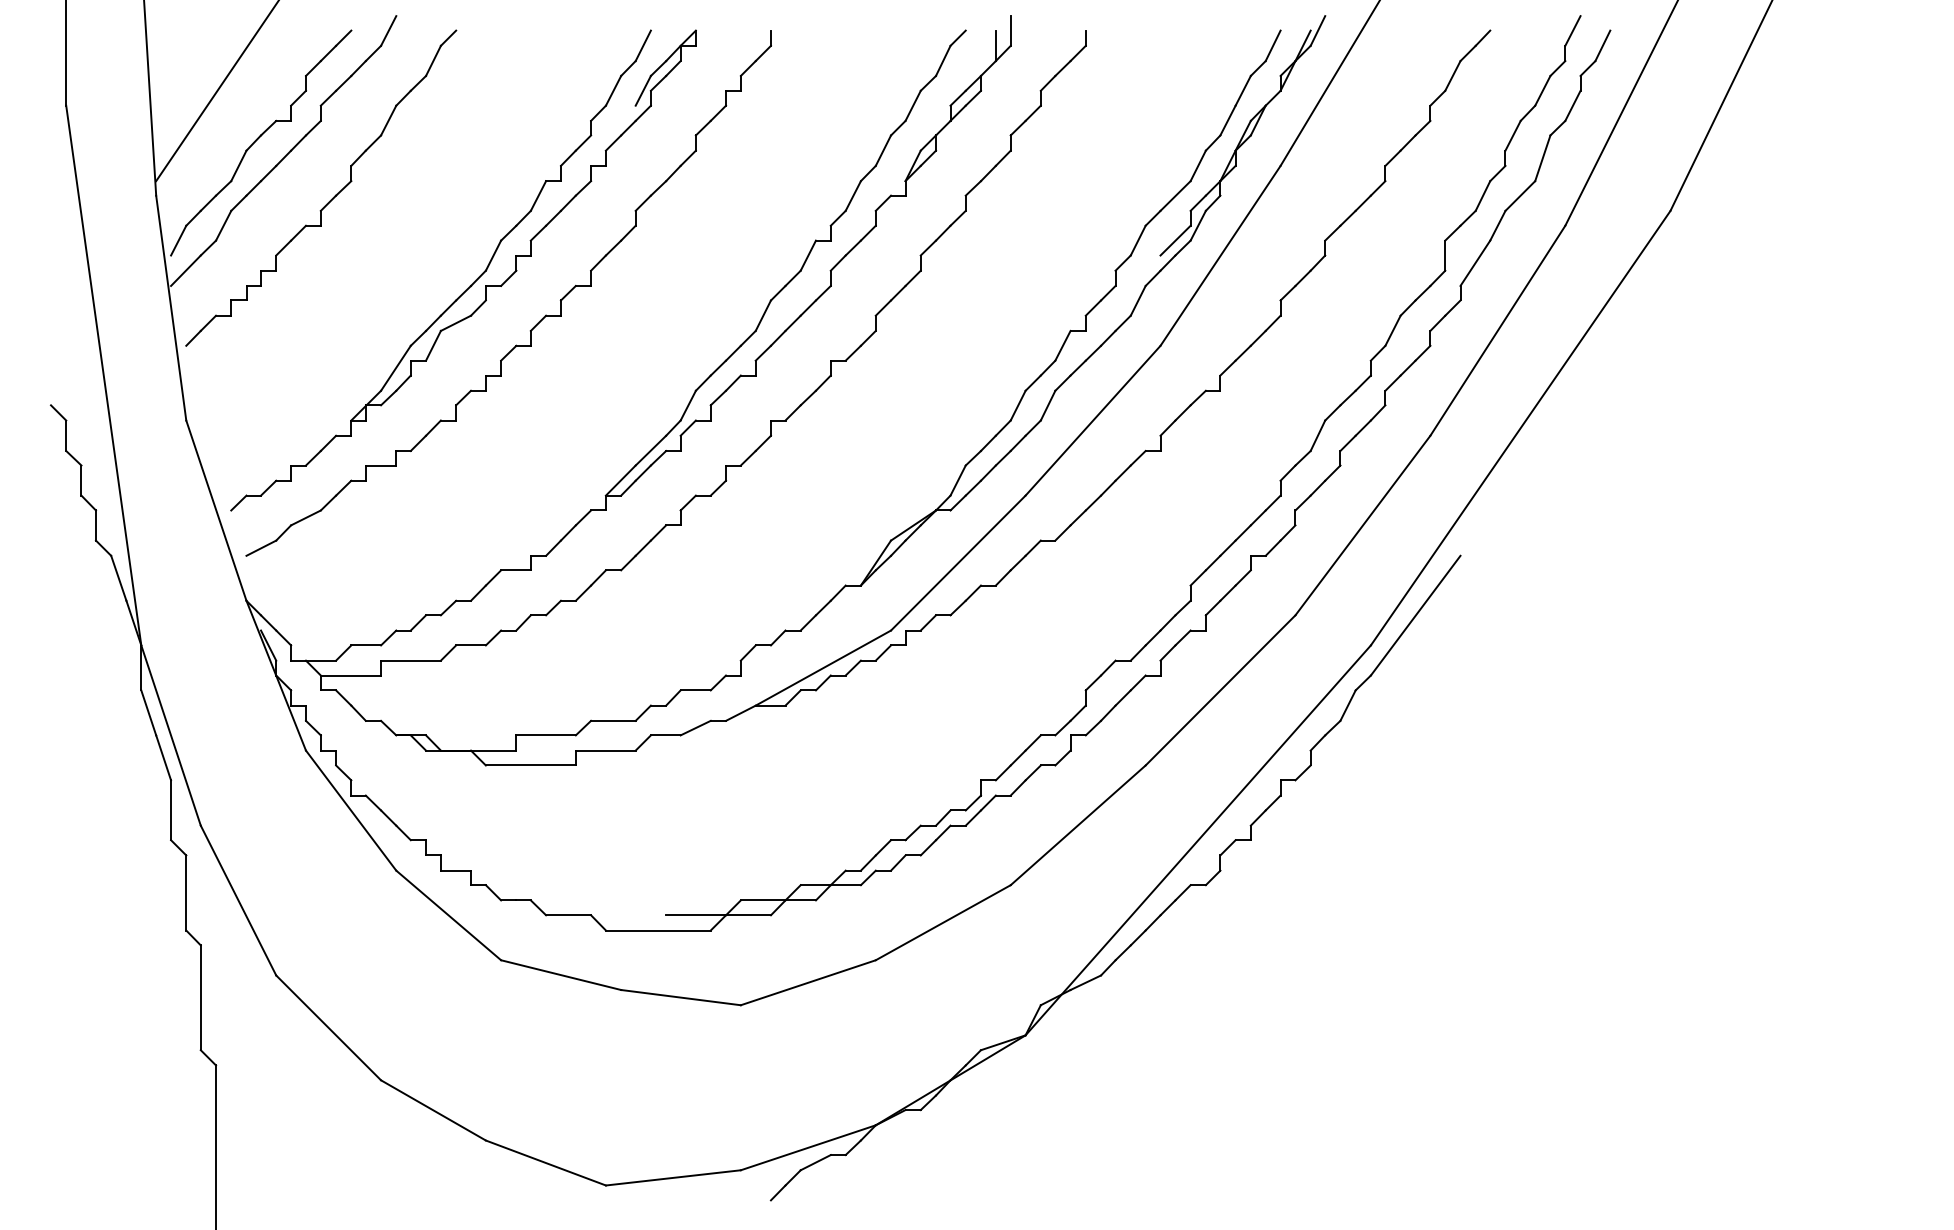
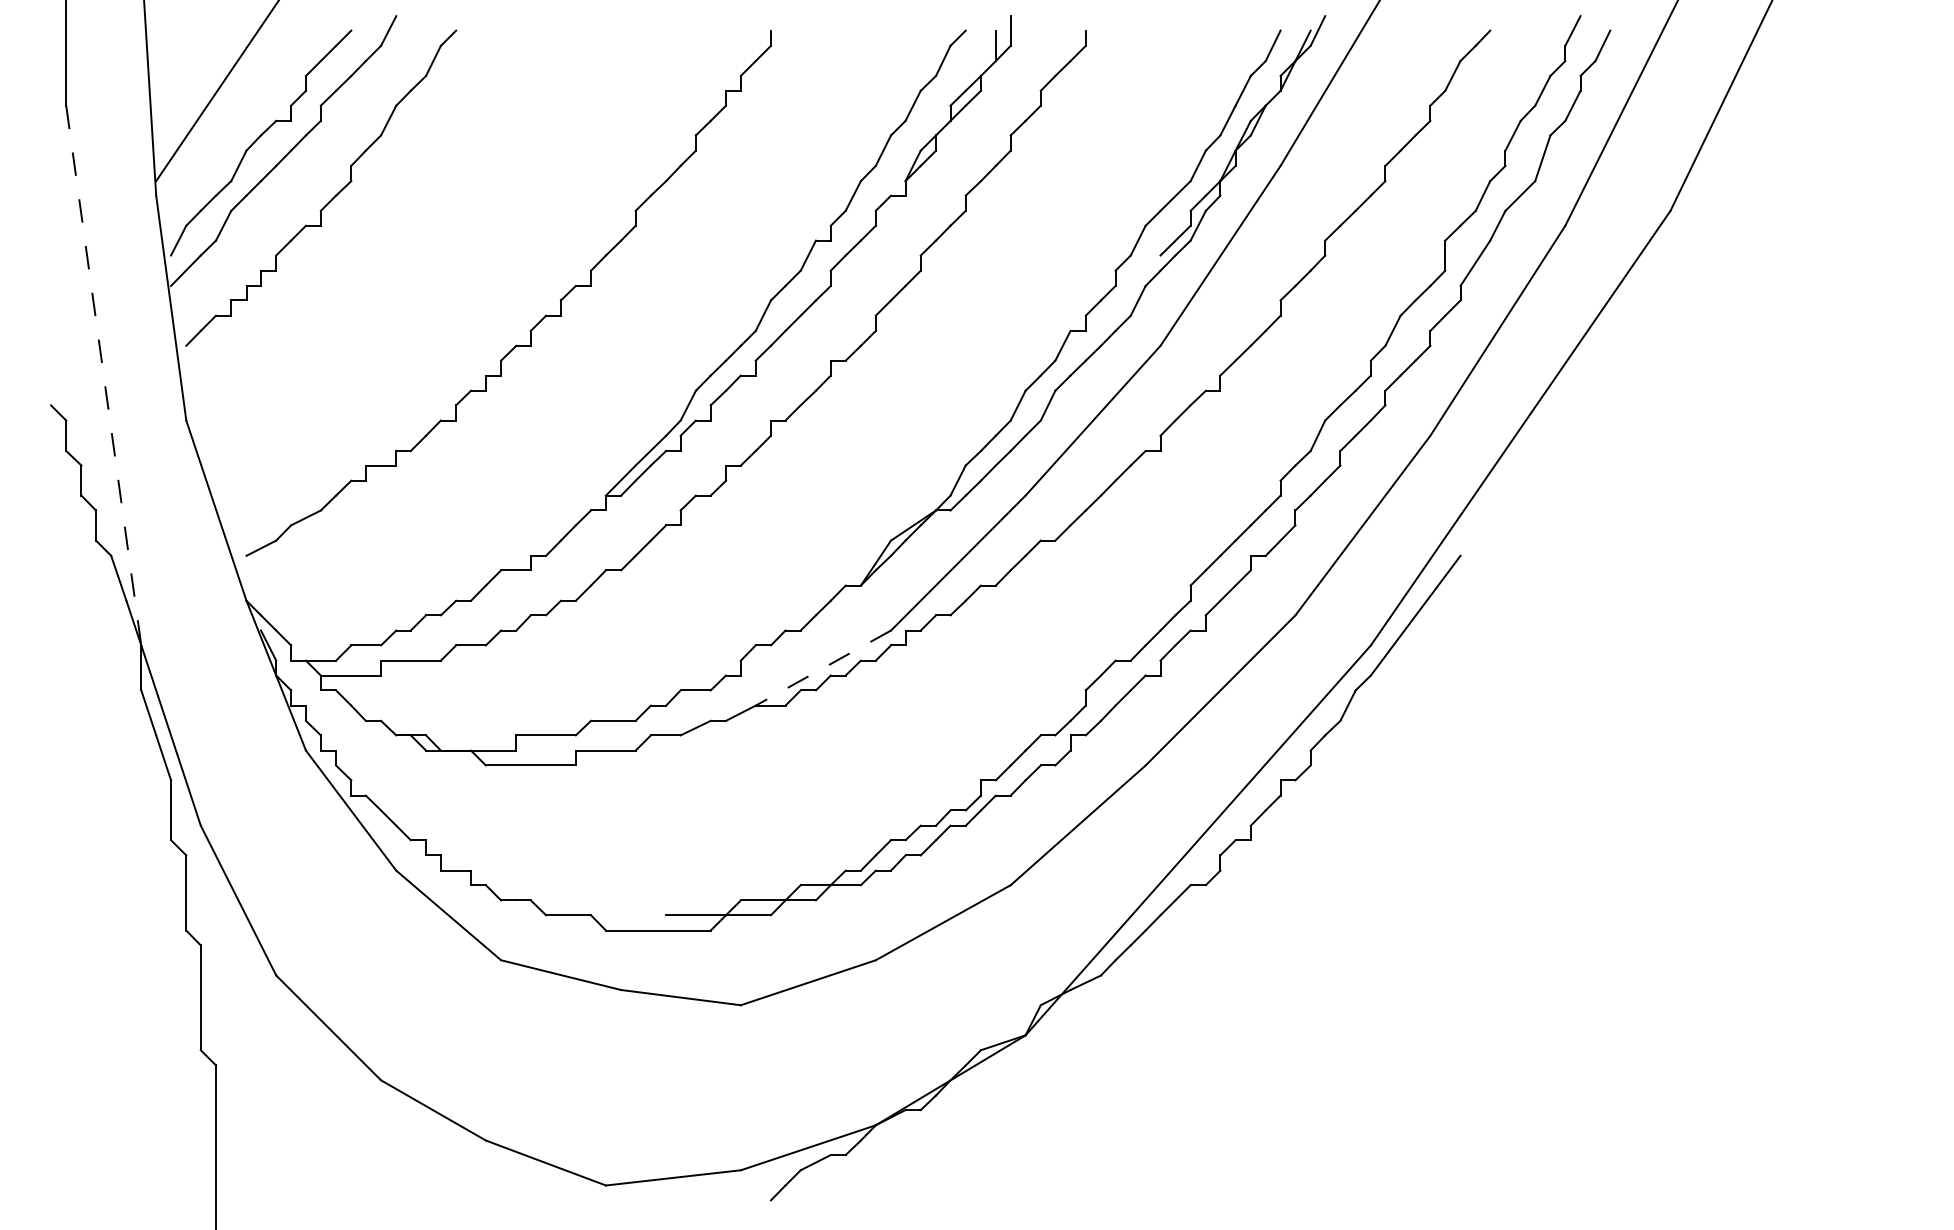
part at (475, 279): present -> none
line at (103, 376): solid -> dashed
line at (822, 668): solid -> dashed
